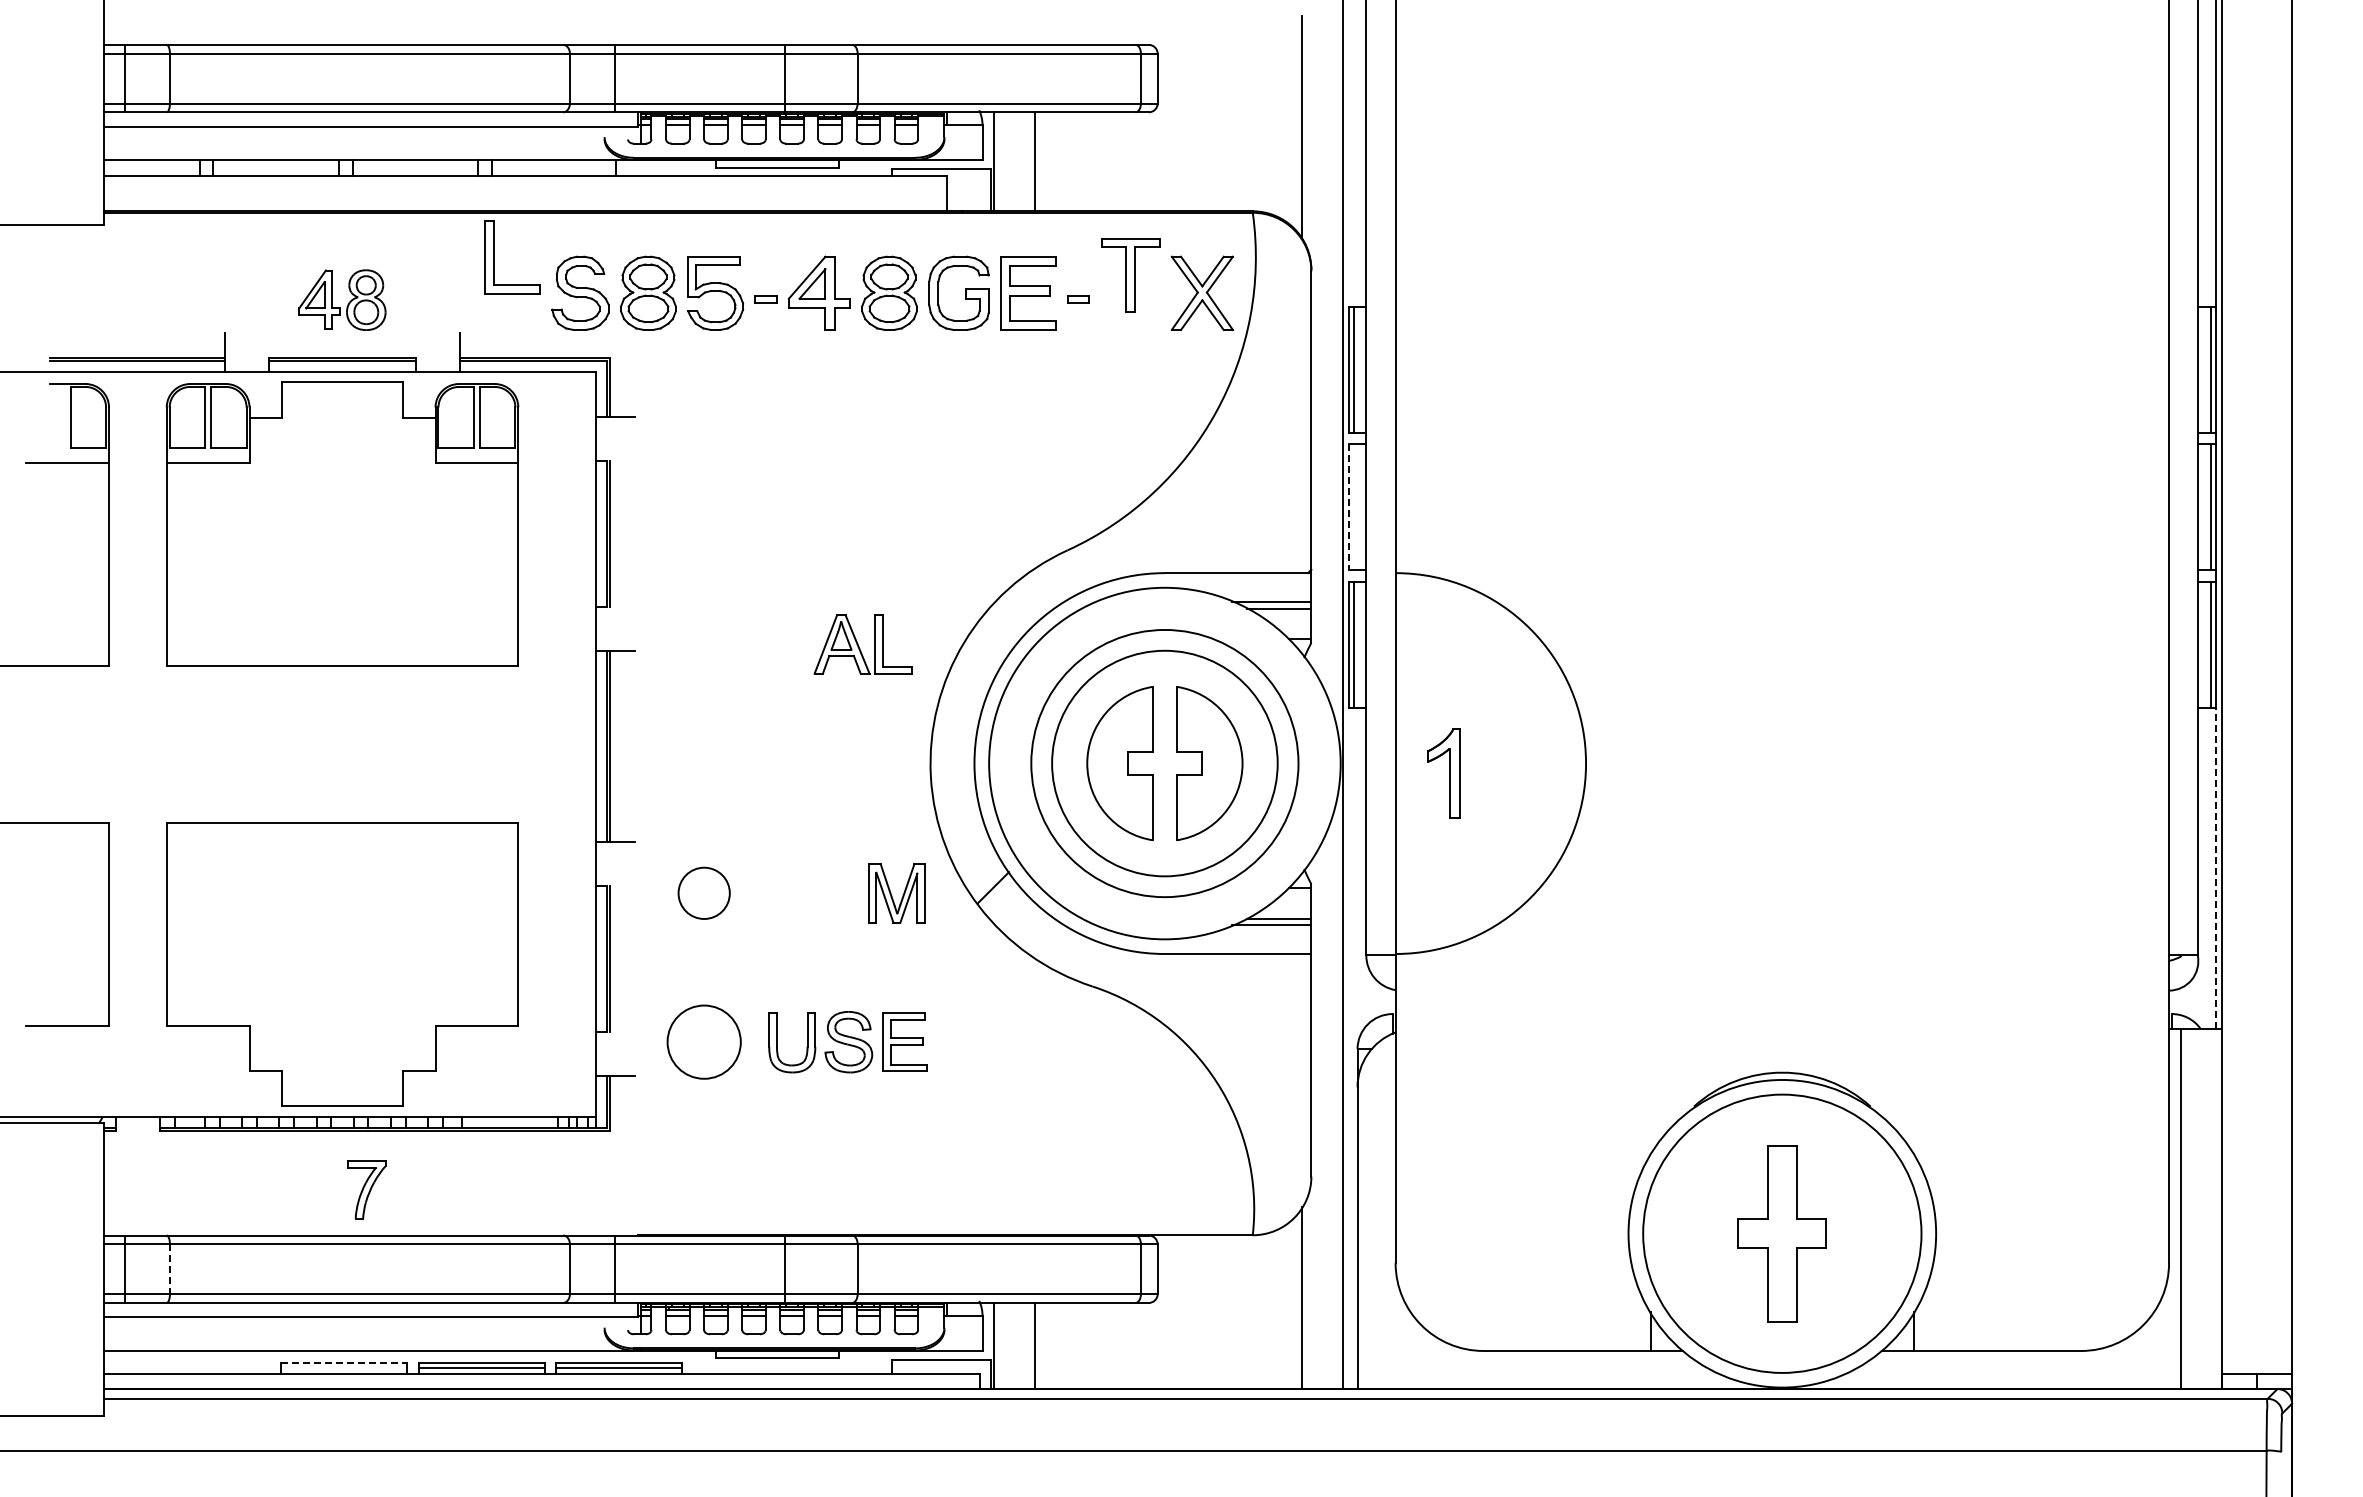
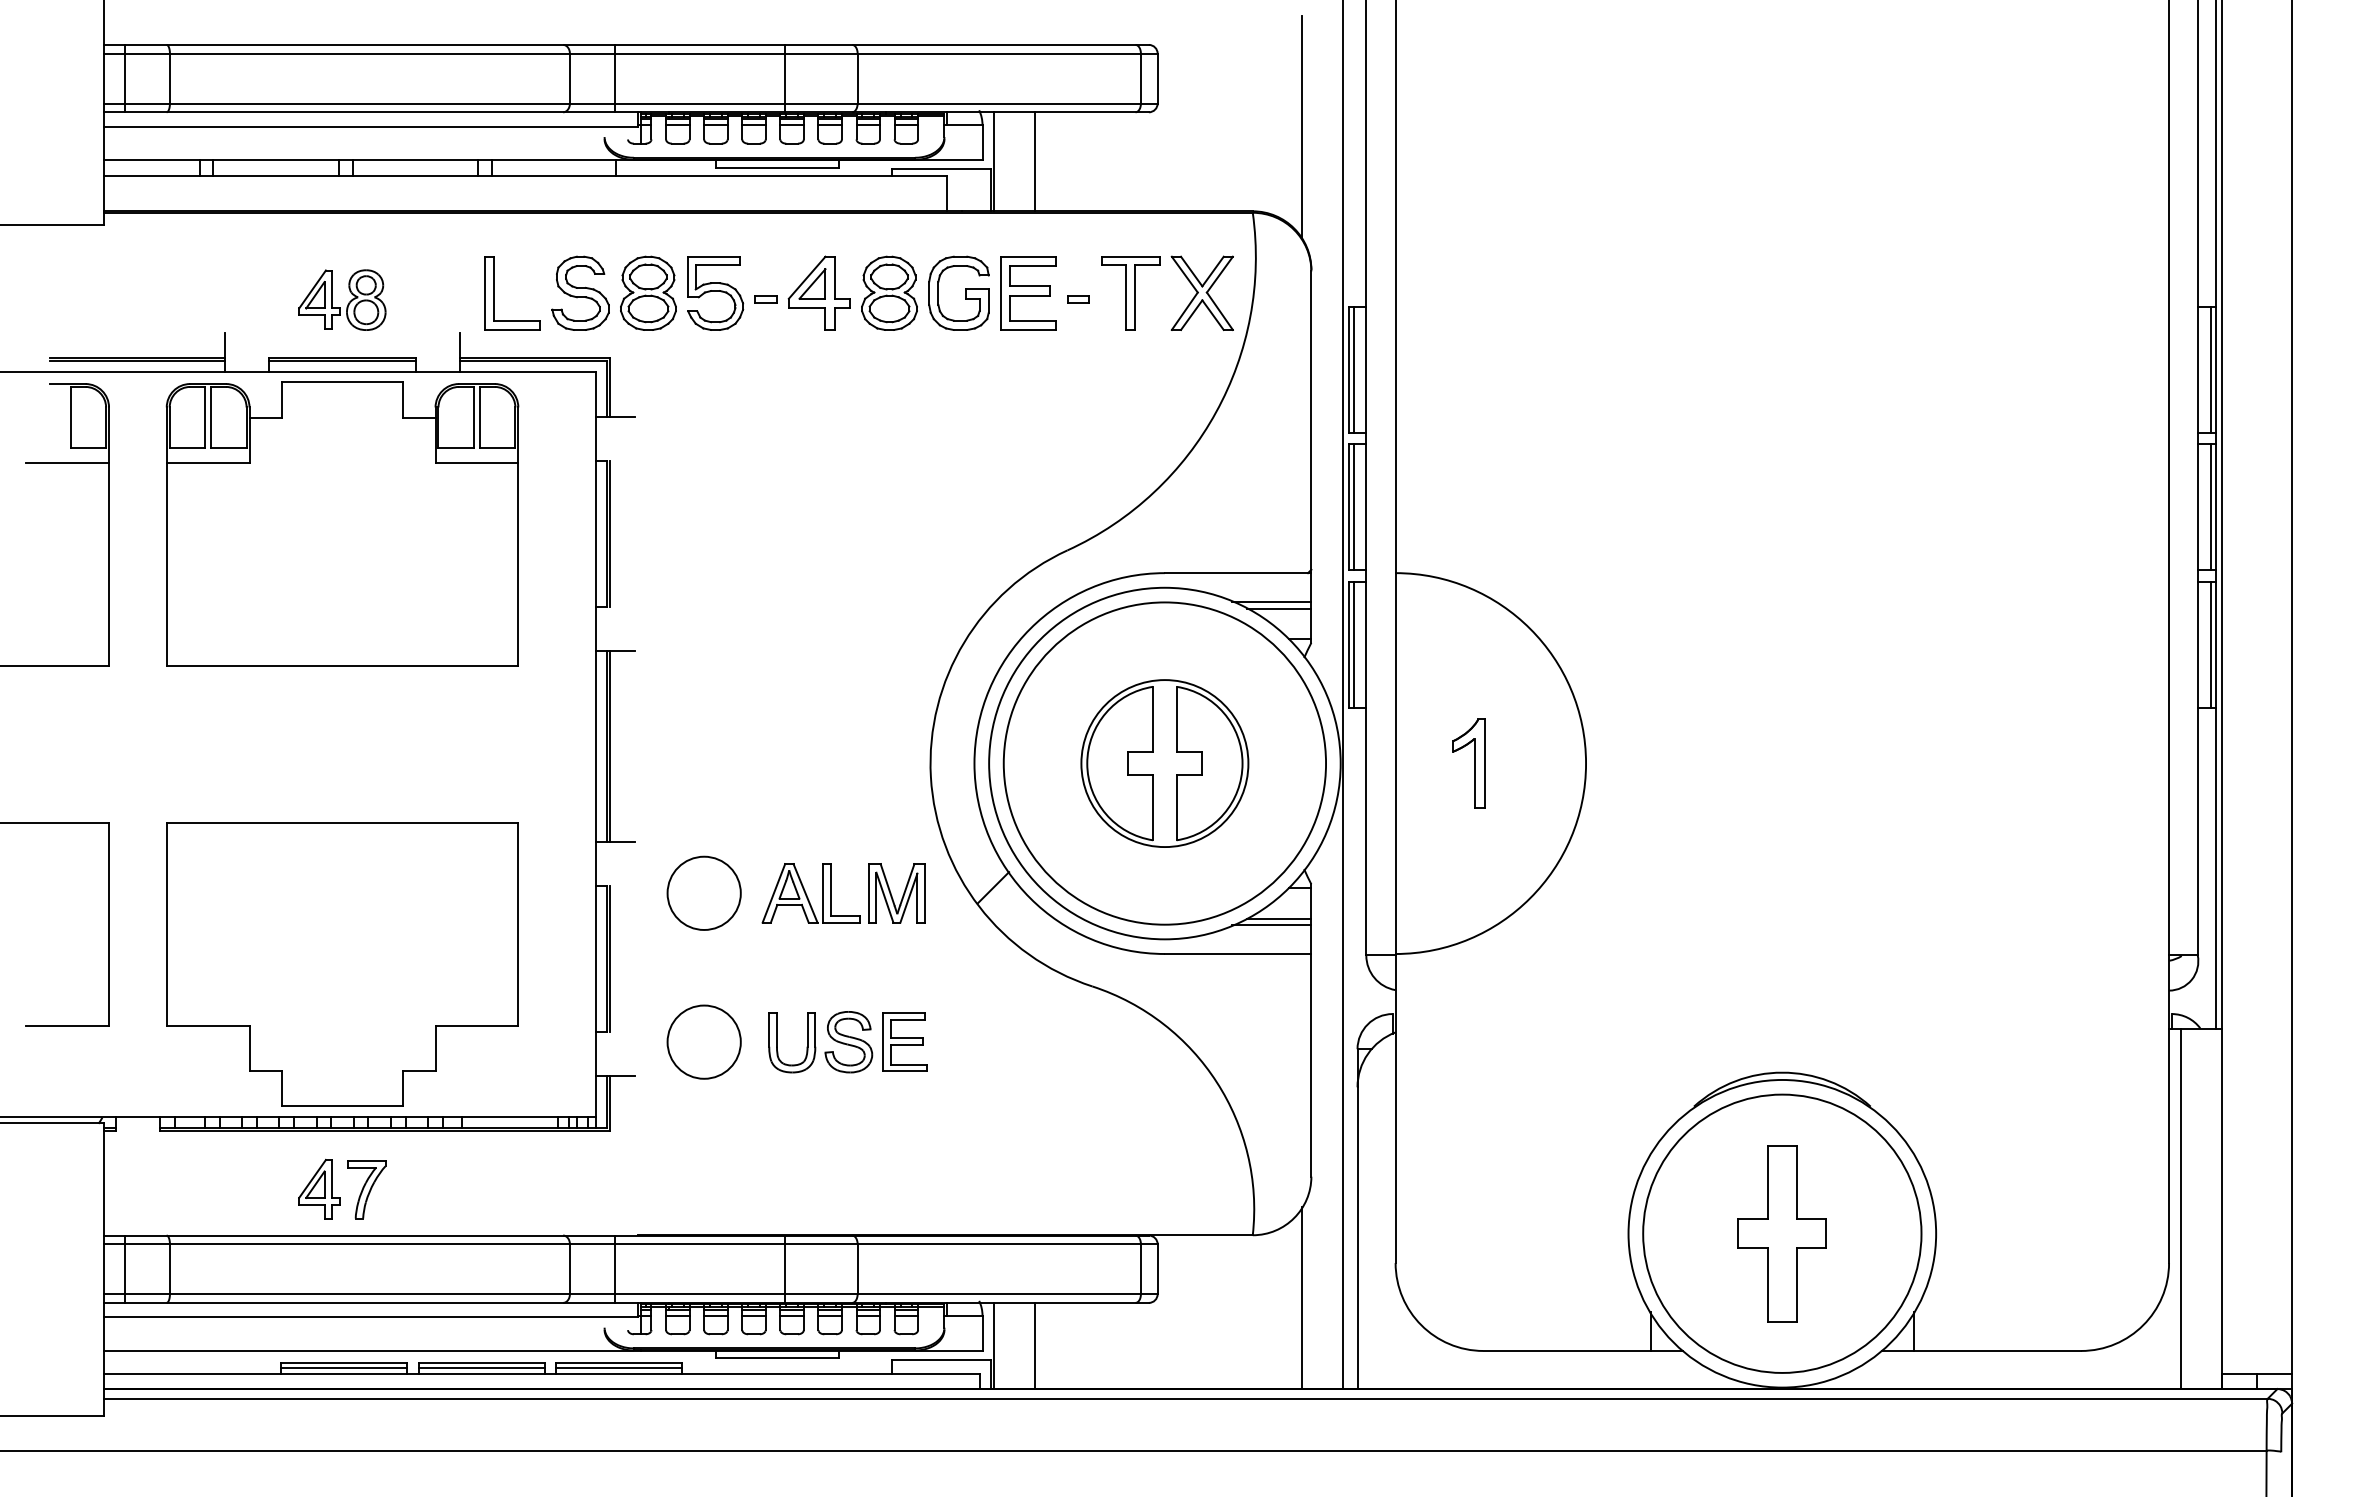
part at (494, 257) position: (494, 257) -> (494, 293)
part at (1130, 275) position: (1130, 275) -> (1130, 293)
line at (1348, 507): dashed -> solid
line at (1354, 507): none -> present
part at (862, 644) position: (862, 644) -> (810, 893)
circle at (1164, 763) diameter: 226 px -> 322 px
circle at (1164, 763) diameter: 267 px -> 167 px
part at (1443, 773) position: (1443, 773) -> (1468, 763)
line at (2215, 867): dashed -> solid
circle at (703, 892) diameter: 51 px -> 73 px
part at (319, 1188): none -> present
line at (169, 1269): dashed -> solid
line at (343, 1362): dashed -> solid
line at (343, 1368): none -> present
